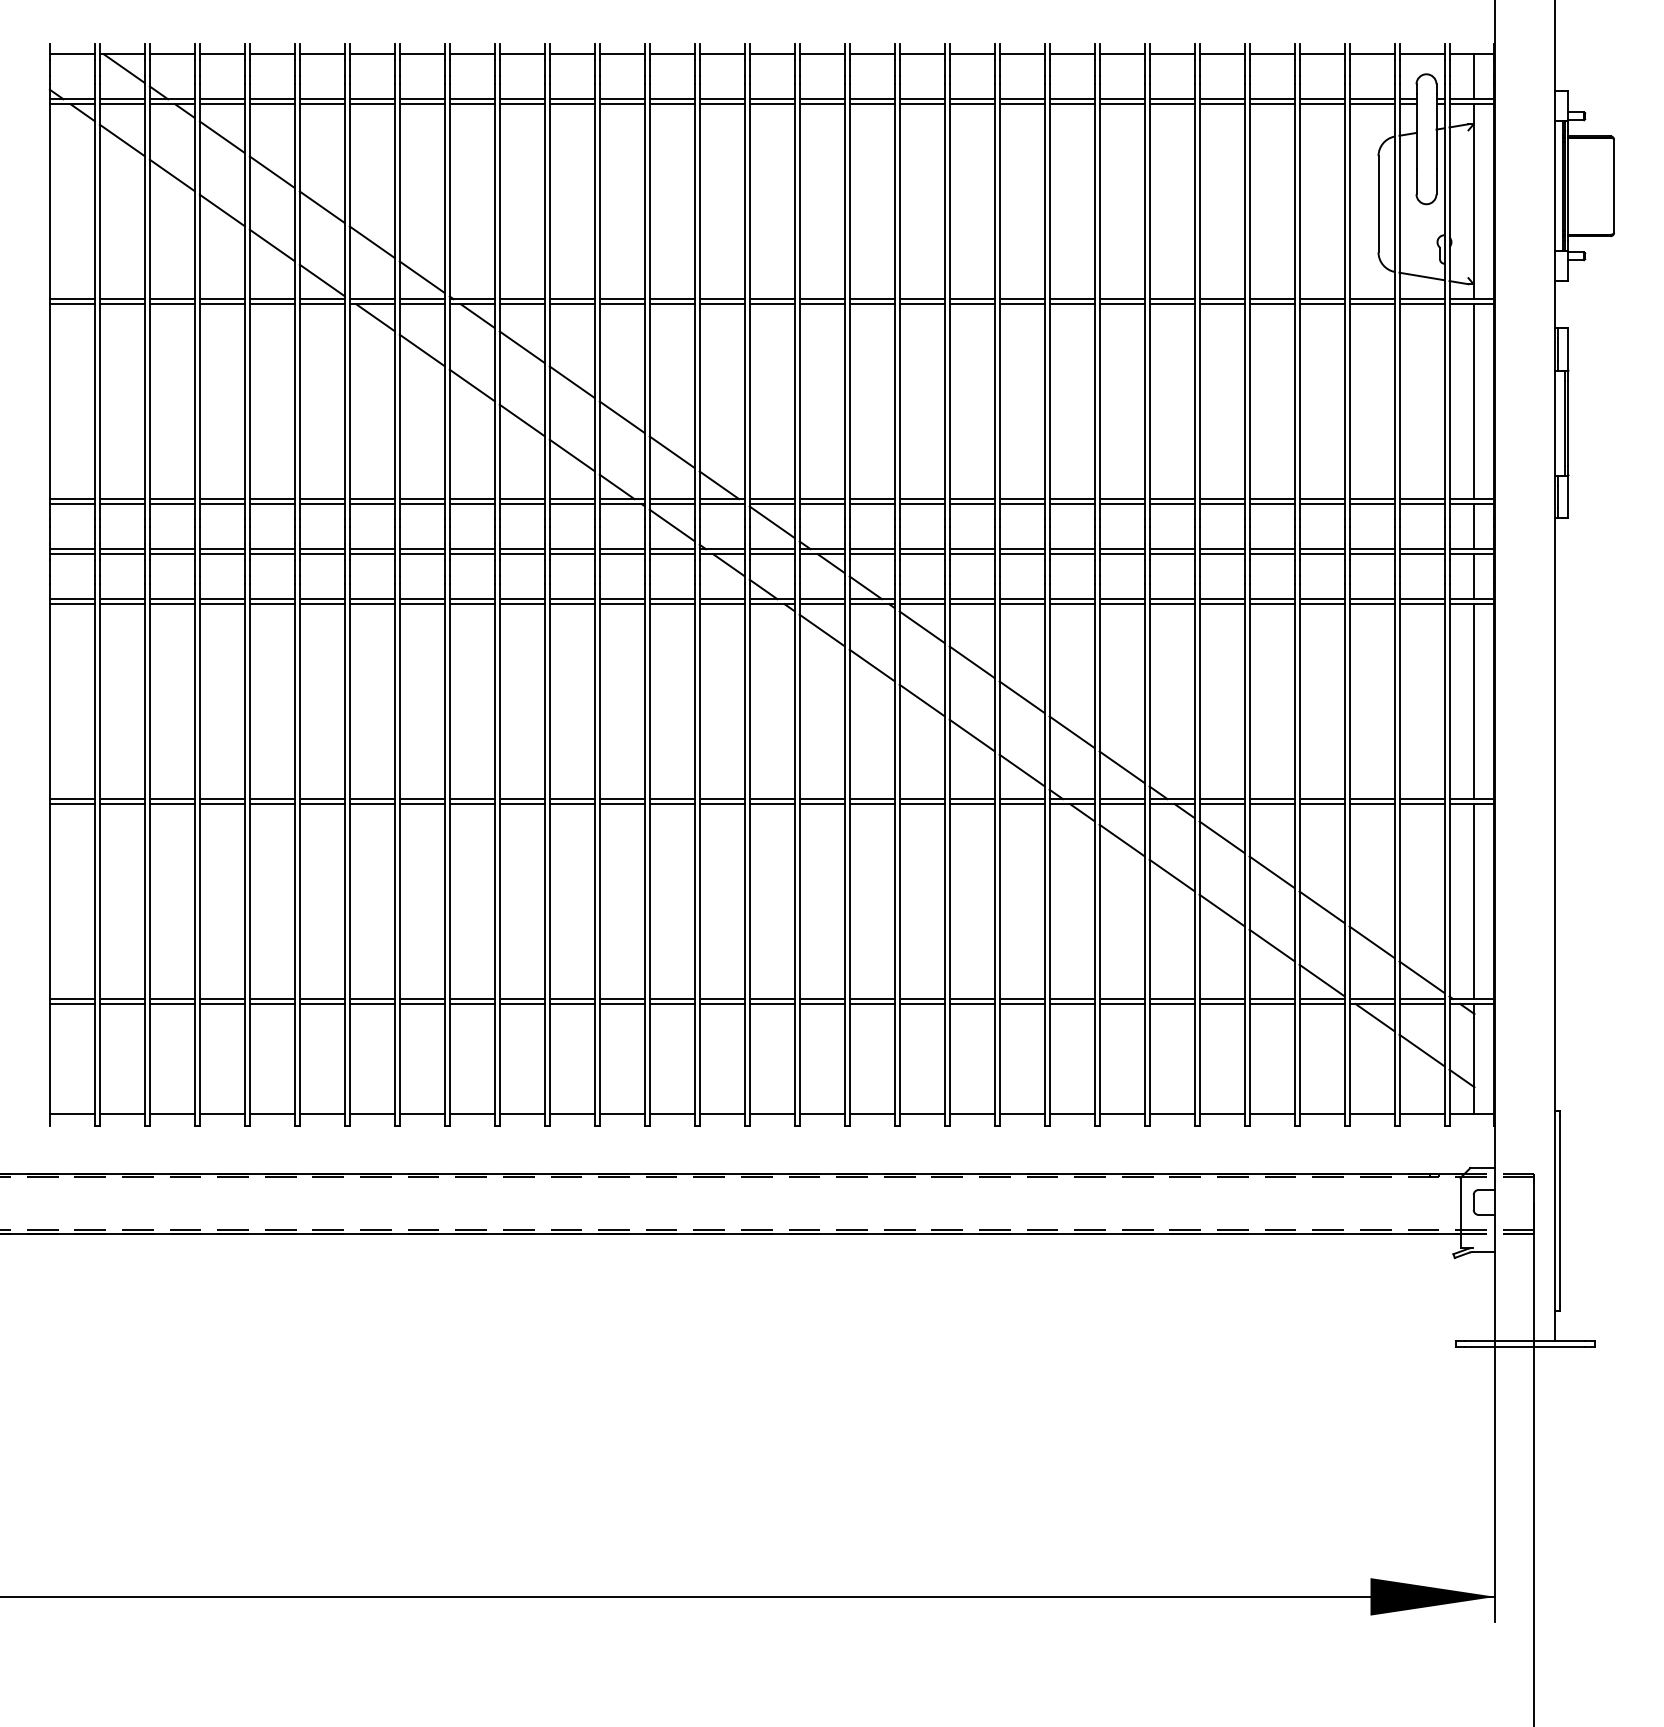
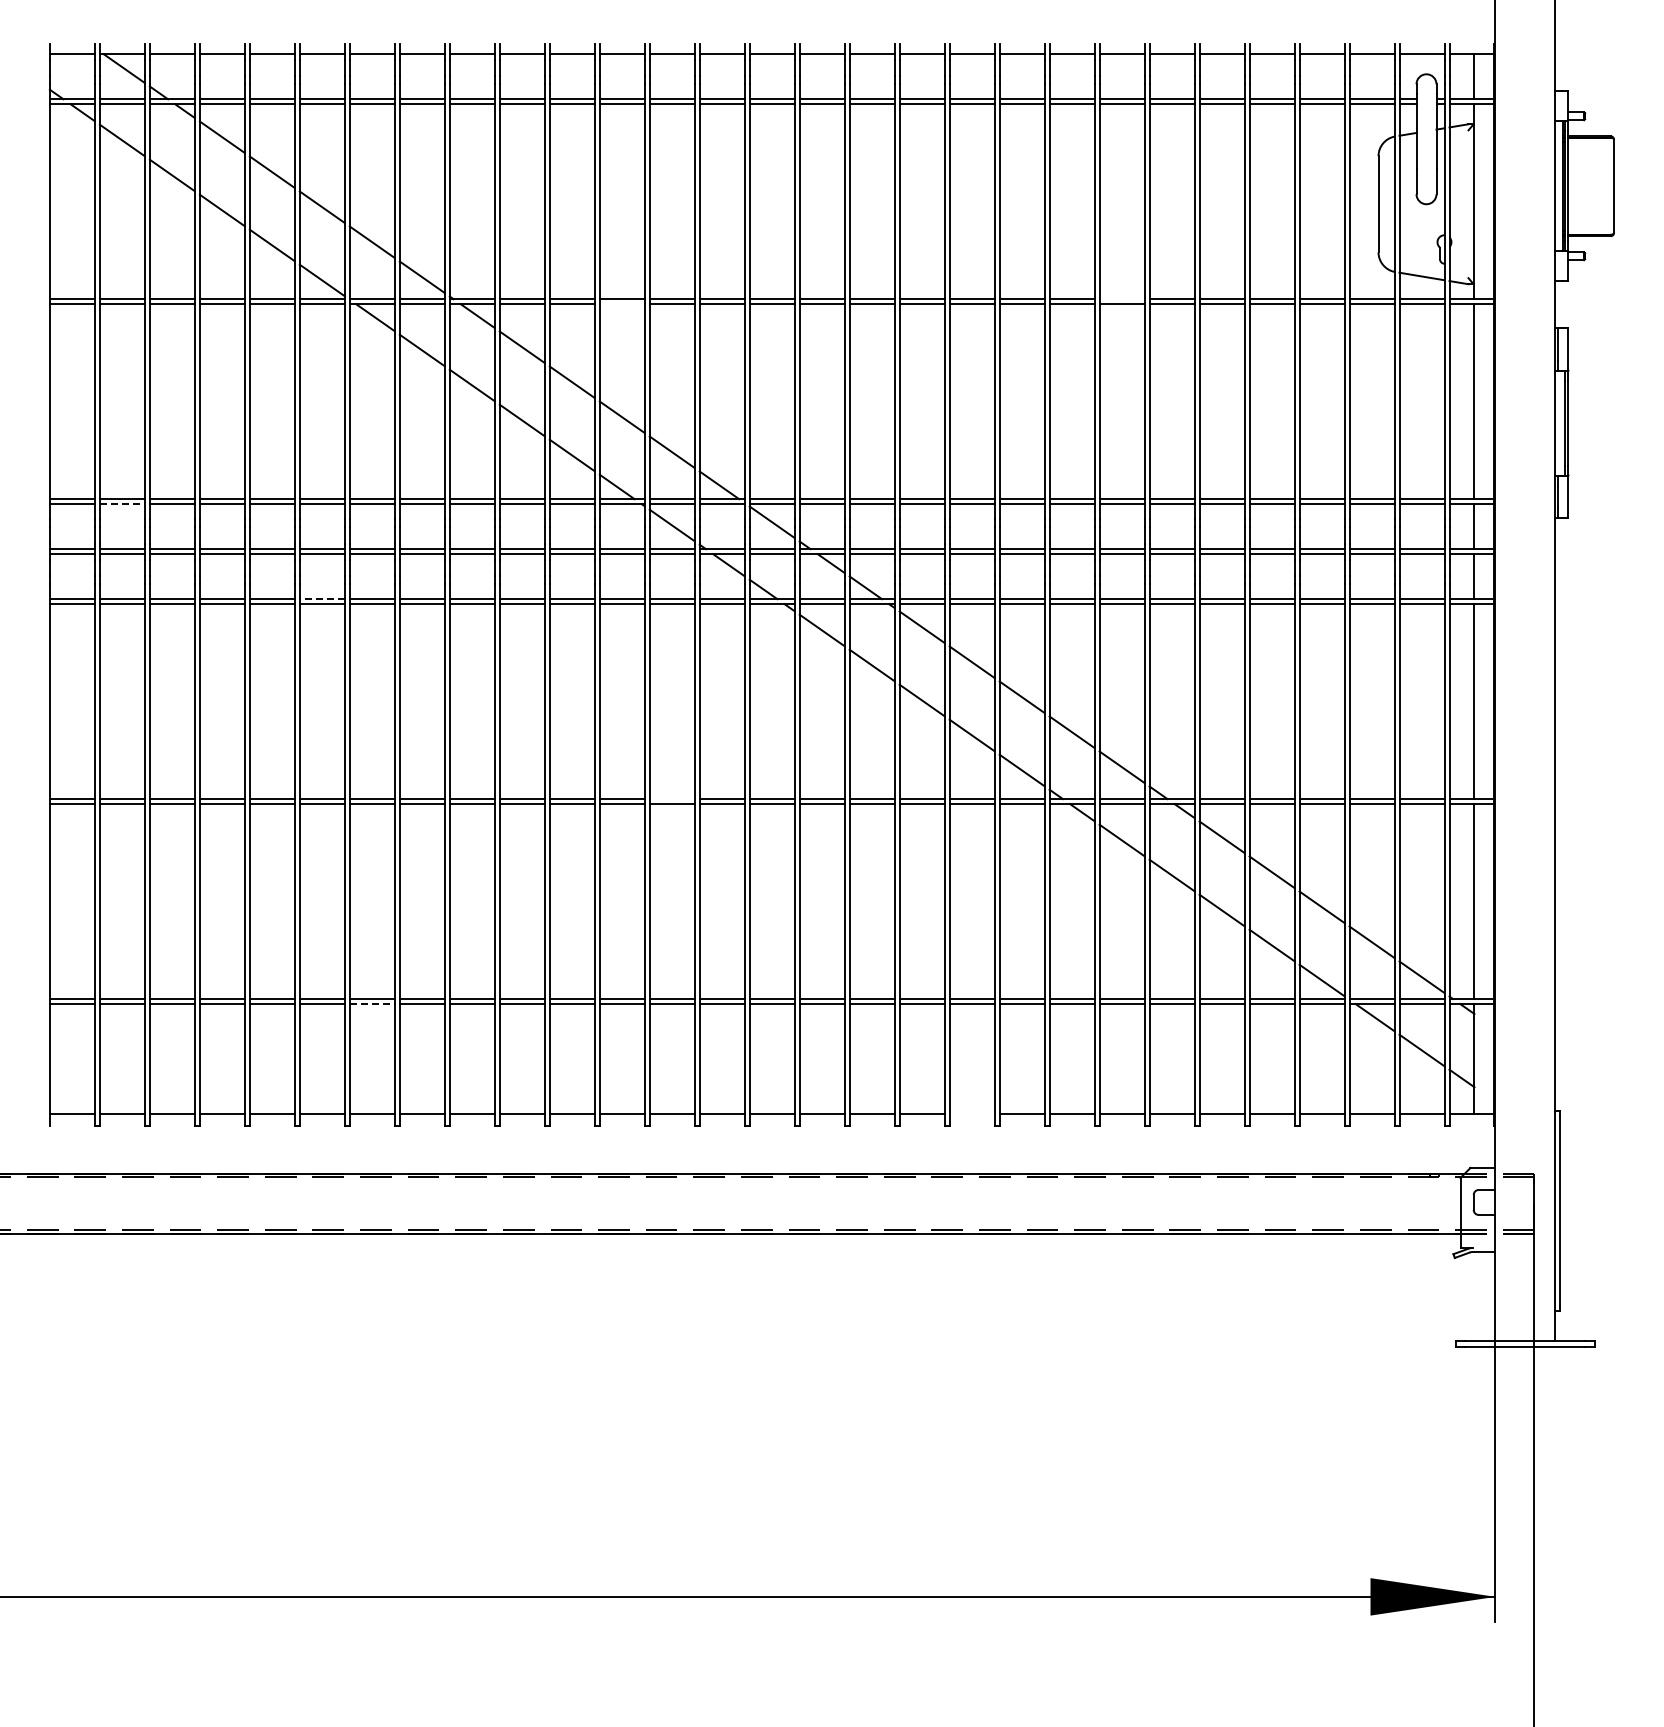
line at (1121, 299): present -> none
line at (621, 304): present -> none
line at (122, 504): solid -> dashed
line at (321, 599): solid -> dashed
line at (671, 799): present -> none
line at (372, 1004): solid -> dashed
line at (971, 1114): present -> none
